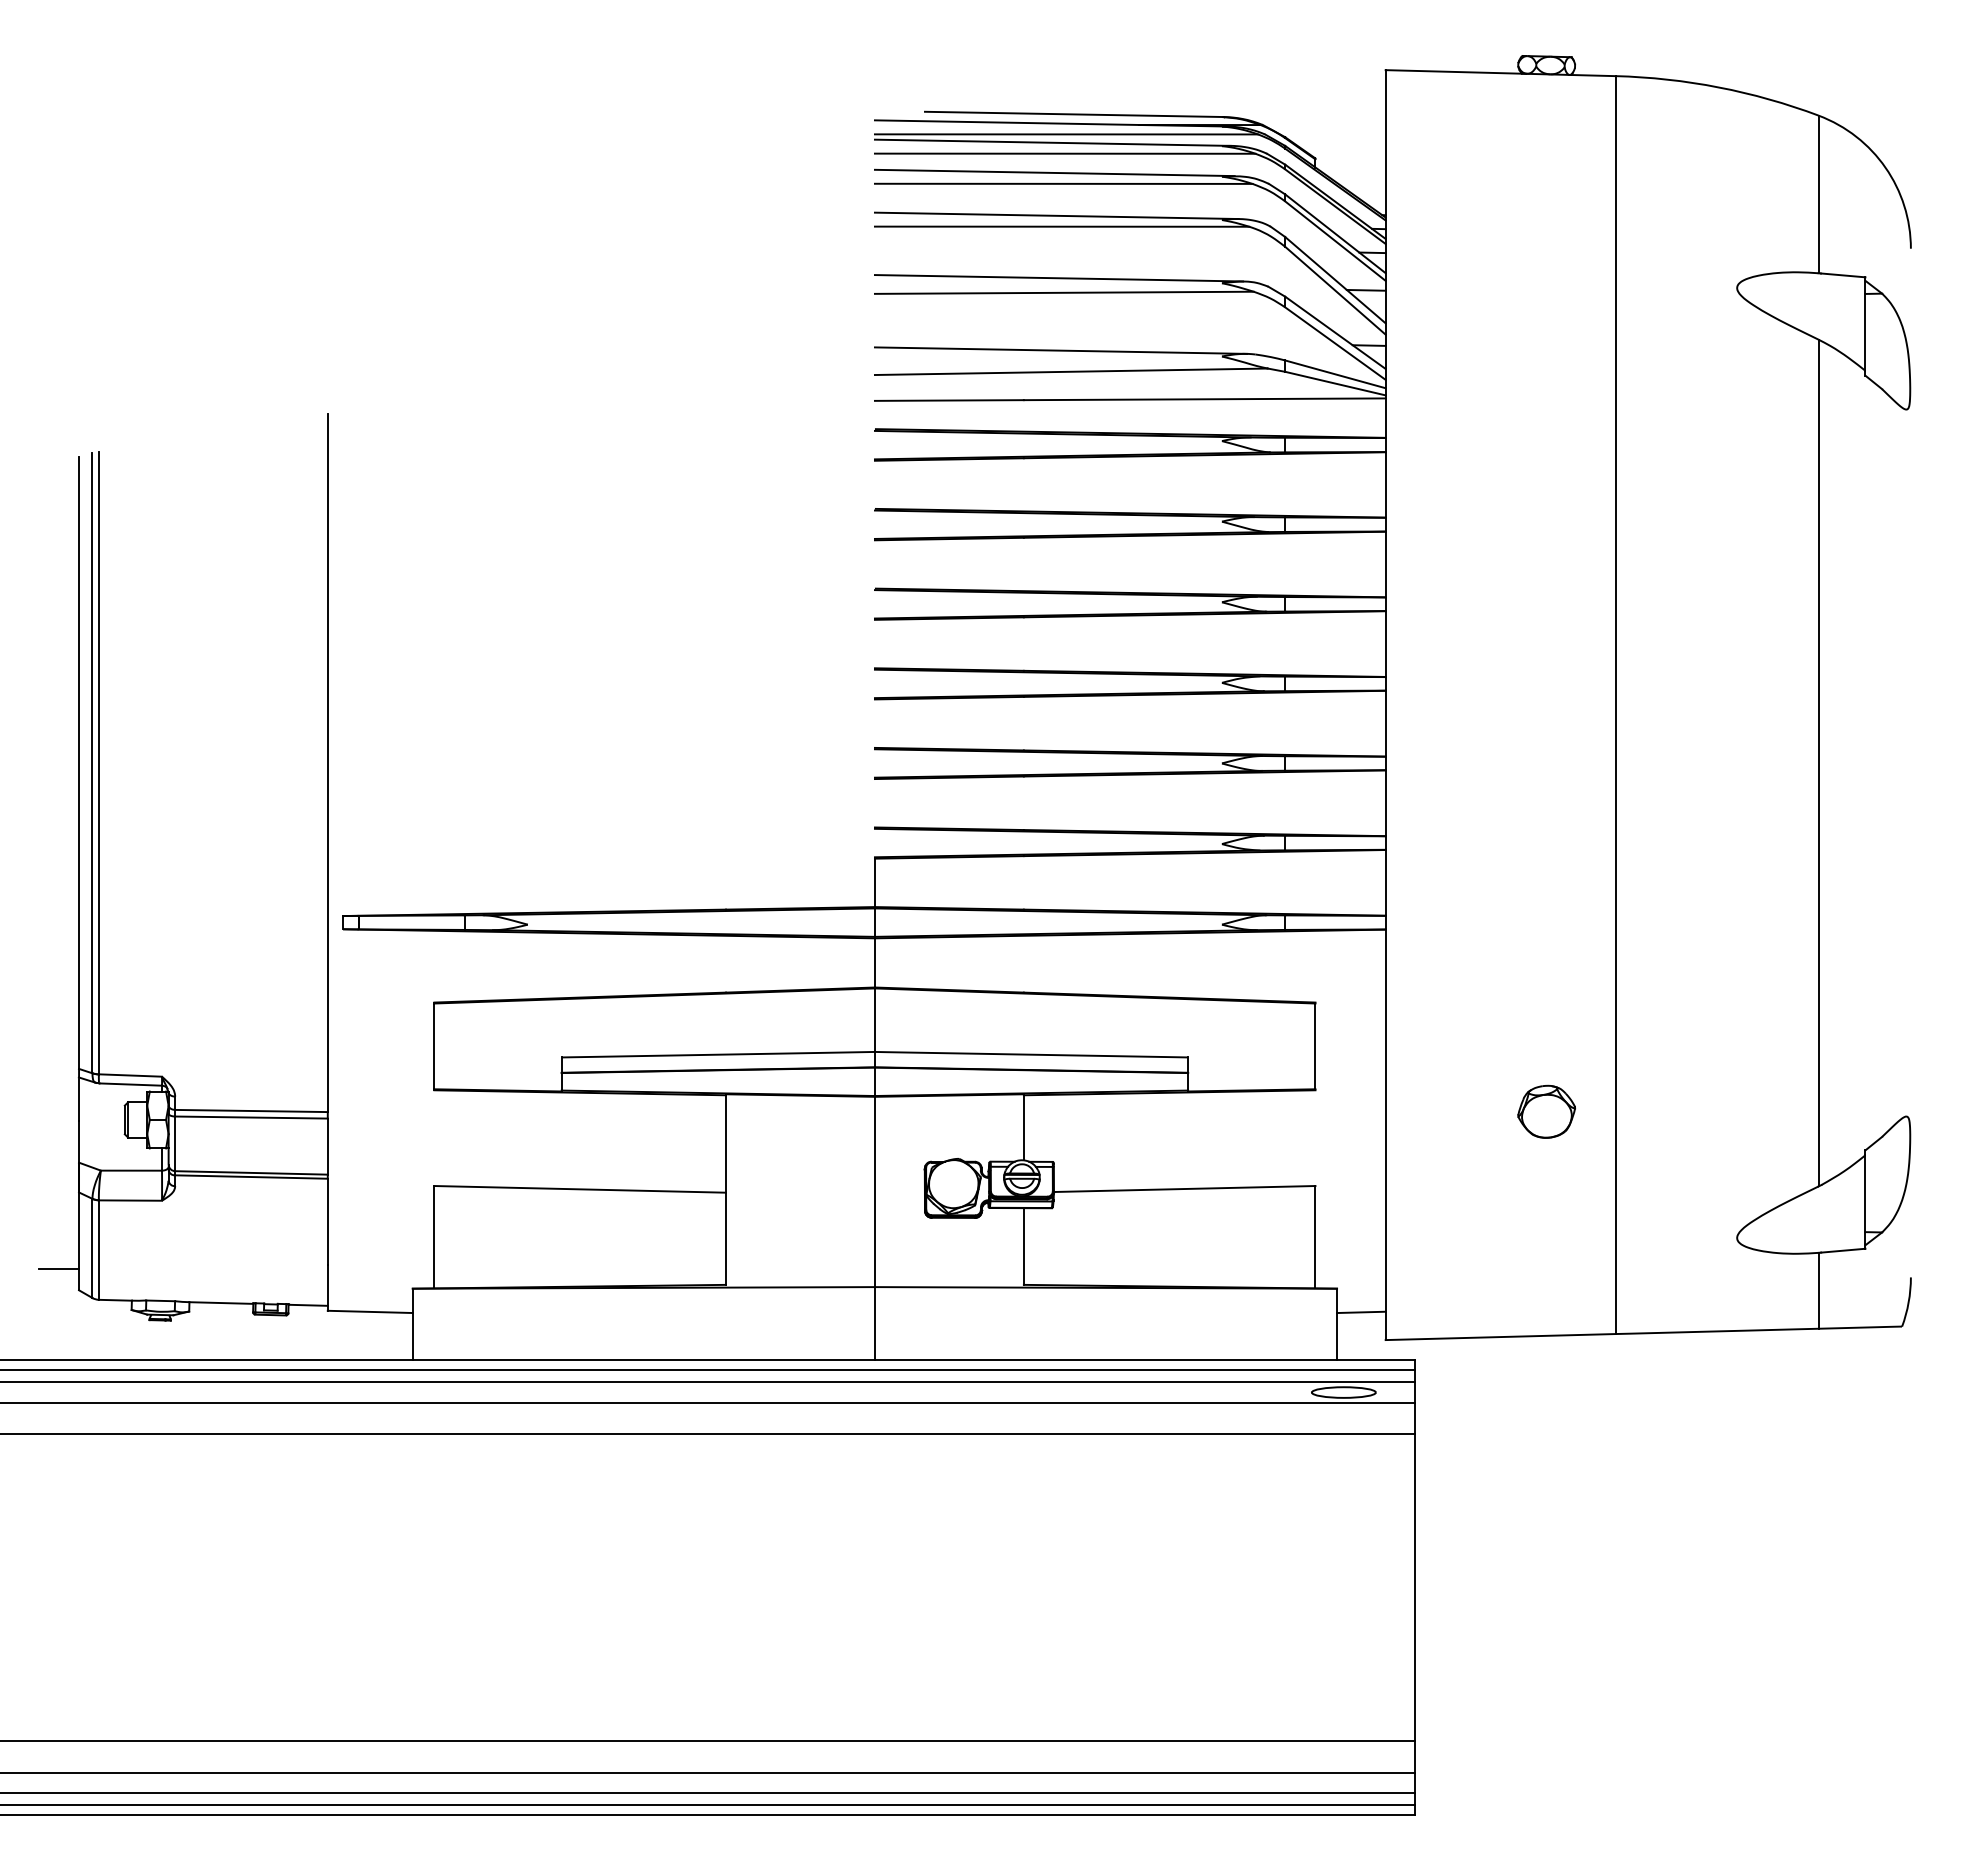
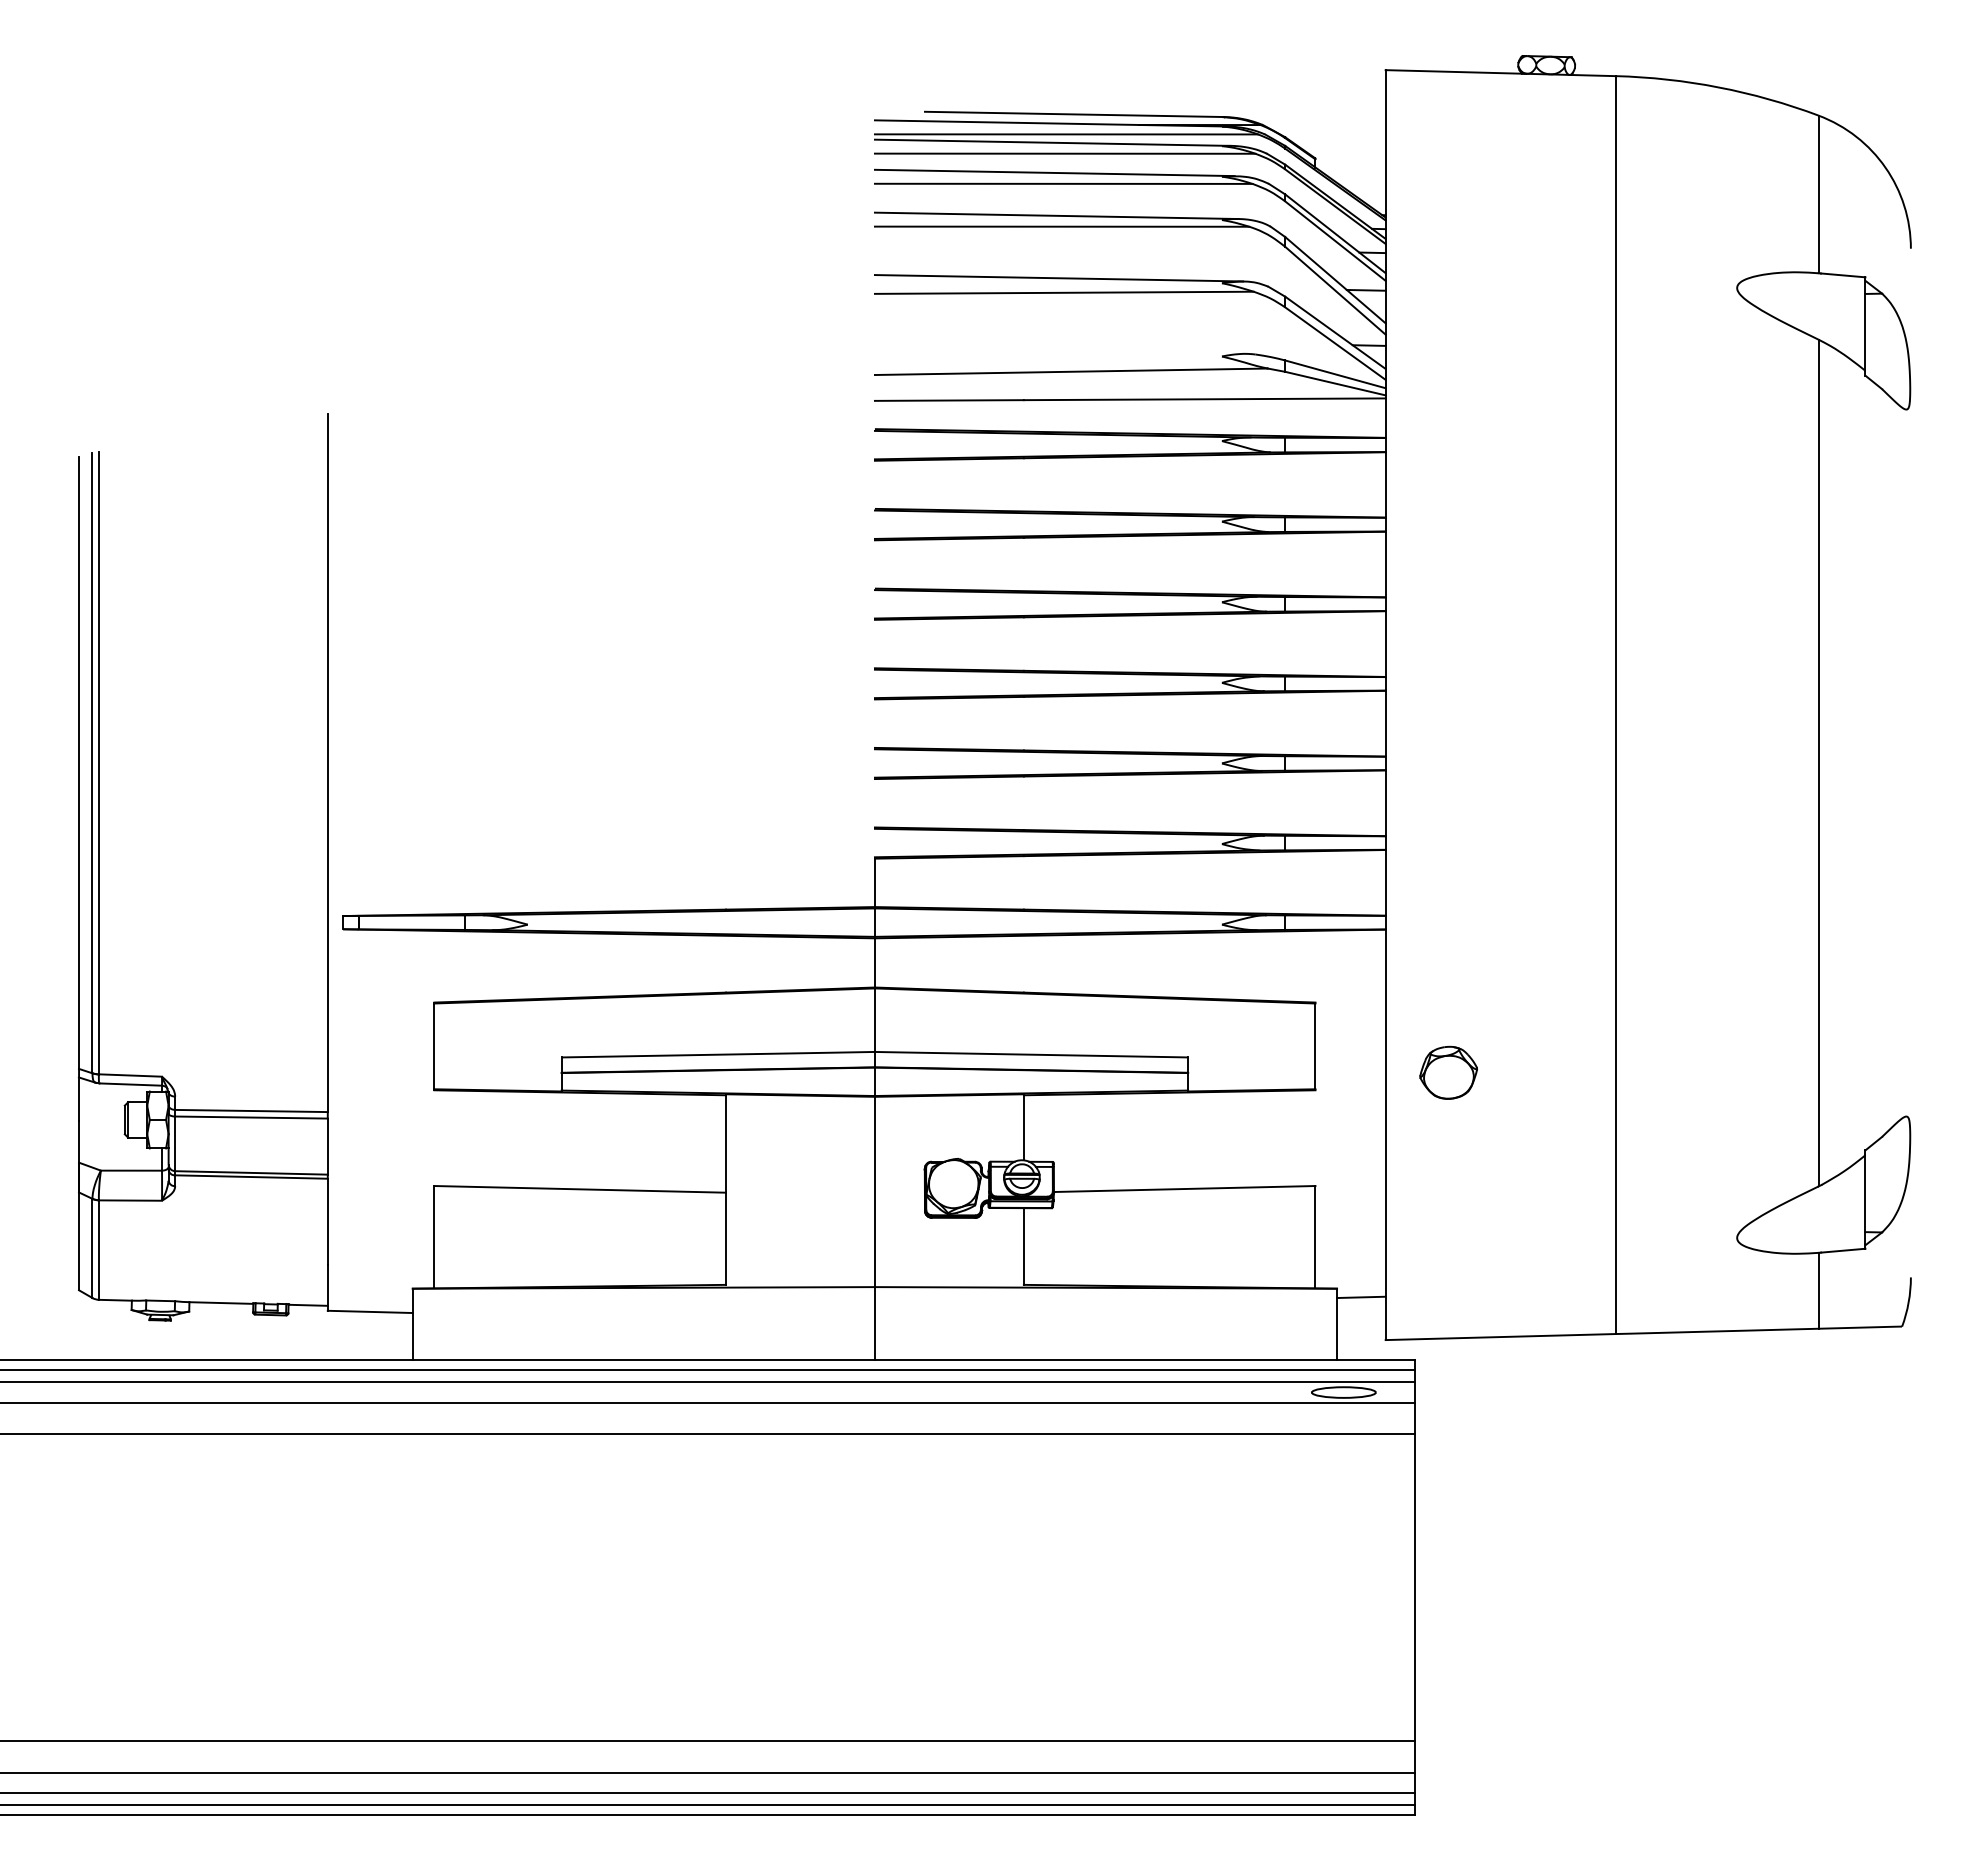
line at (1060, 350): present -> none
part at (1546, 1111) position: (1546, 1111) -> (1448, 1072)
line at (59, 1268): present -> none
line at (1361, 1312) position: (1361, 1312) -> (1361, 1297)
